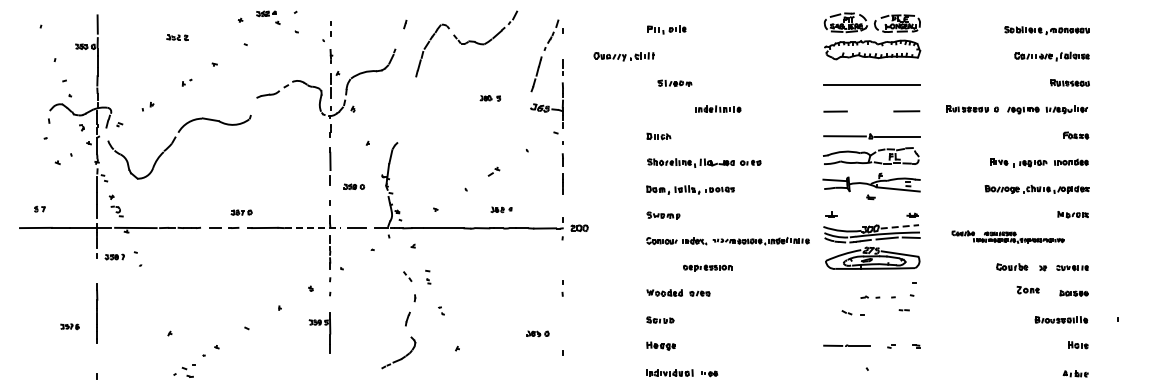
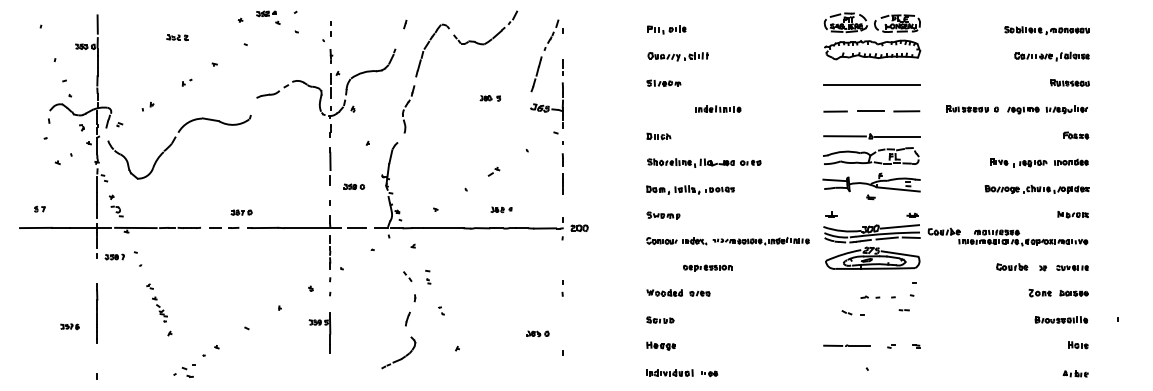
part at (623, 56) position: (623, 56) -> (677, 56)
part at (674, 82) position: (674, 82) -> (663, 82)
part at (408, 109): none -> present
line at (870, 111): none -> present
line at (900, 226): dashed -> solid
line at (313, 227): dashed -> solid
part at (1007, 236) size: 114x14 px -> 162x20 px
part at (1027, 290) position: (1027, 290) -> (1039, 293)
part at (156, 302): none -> present
